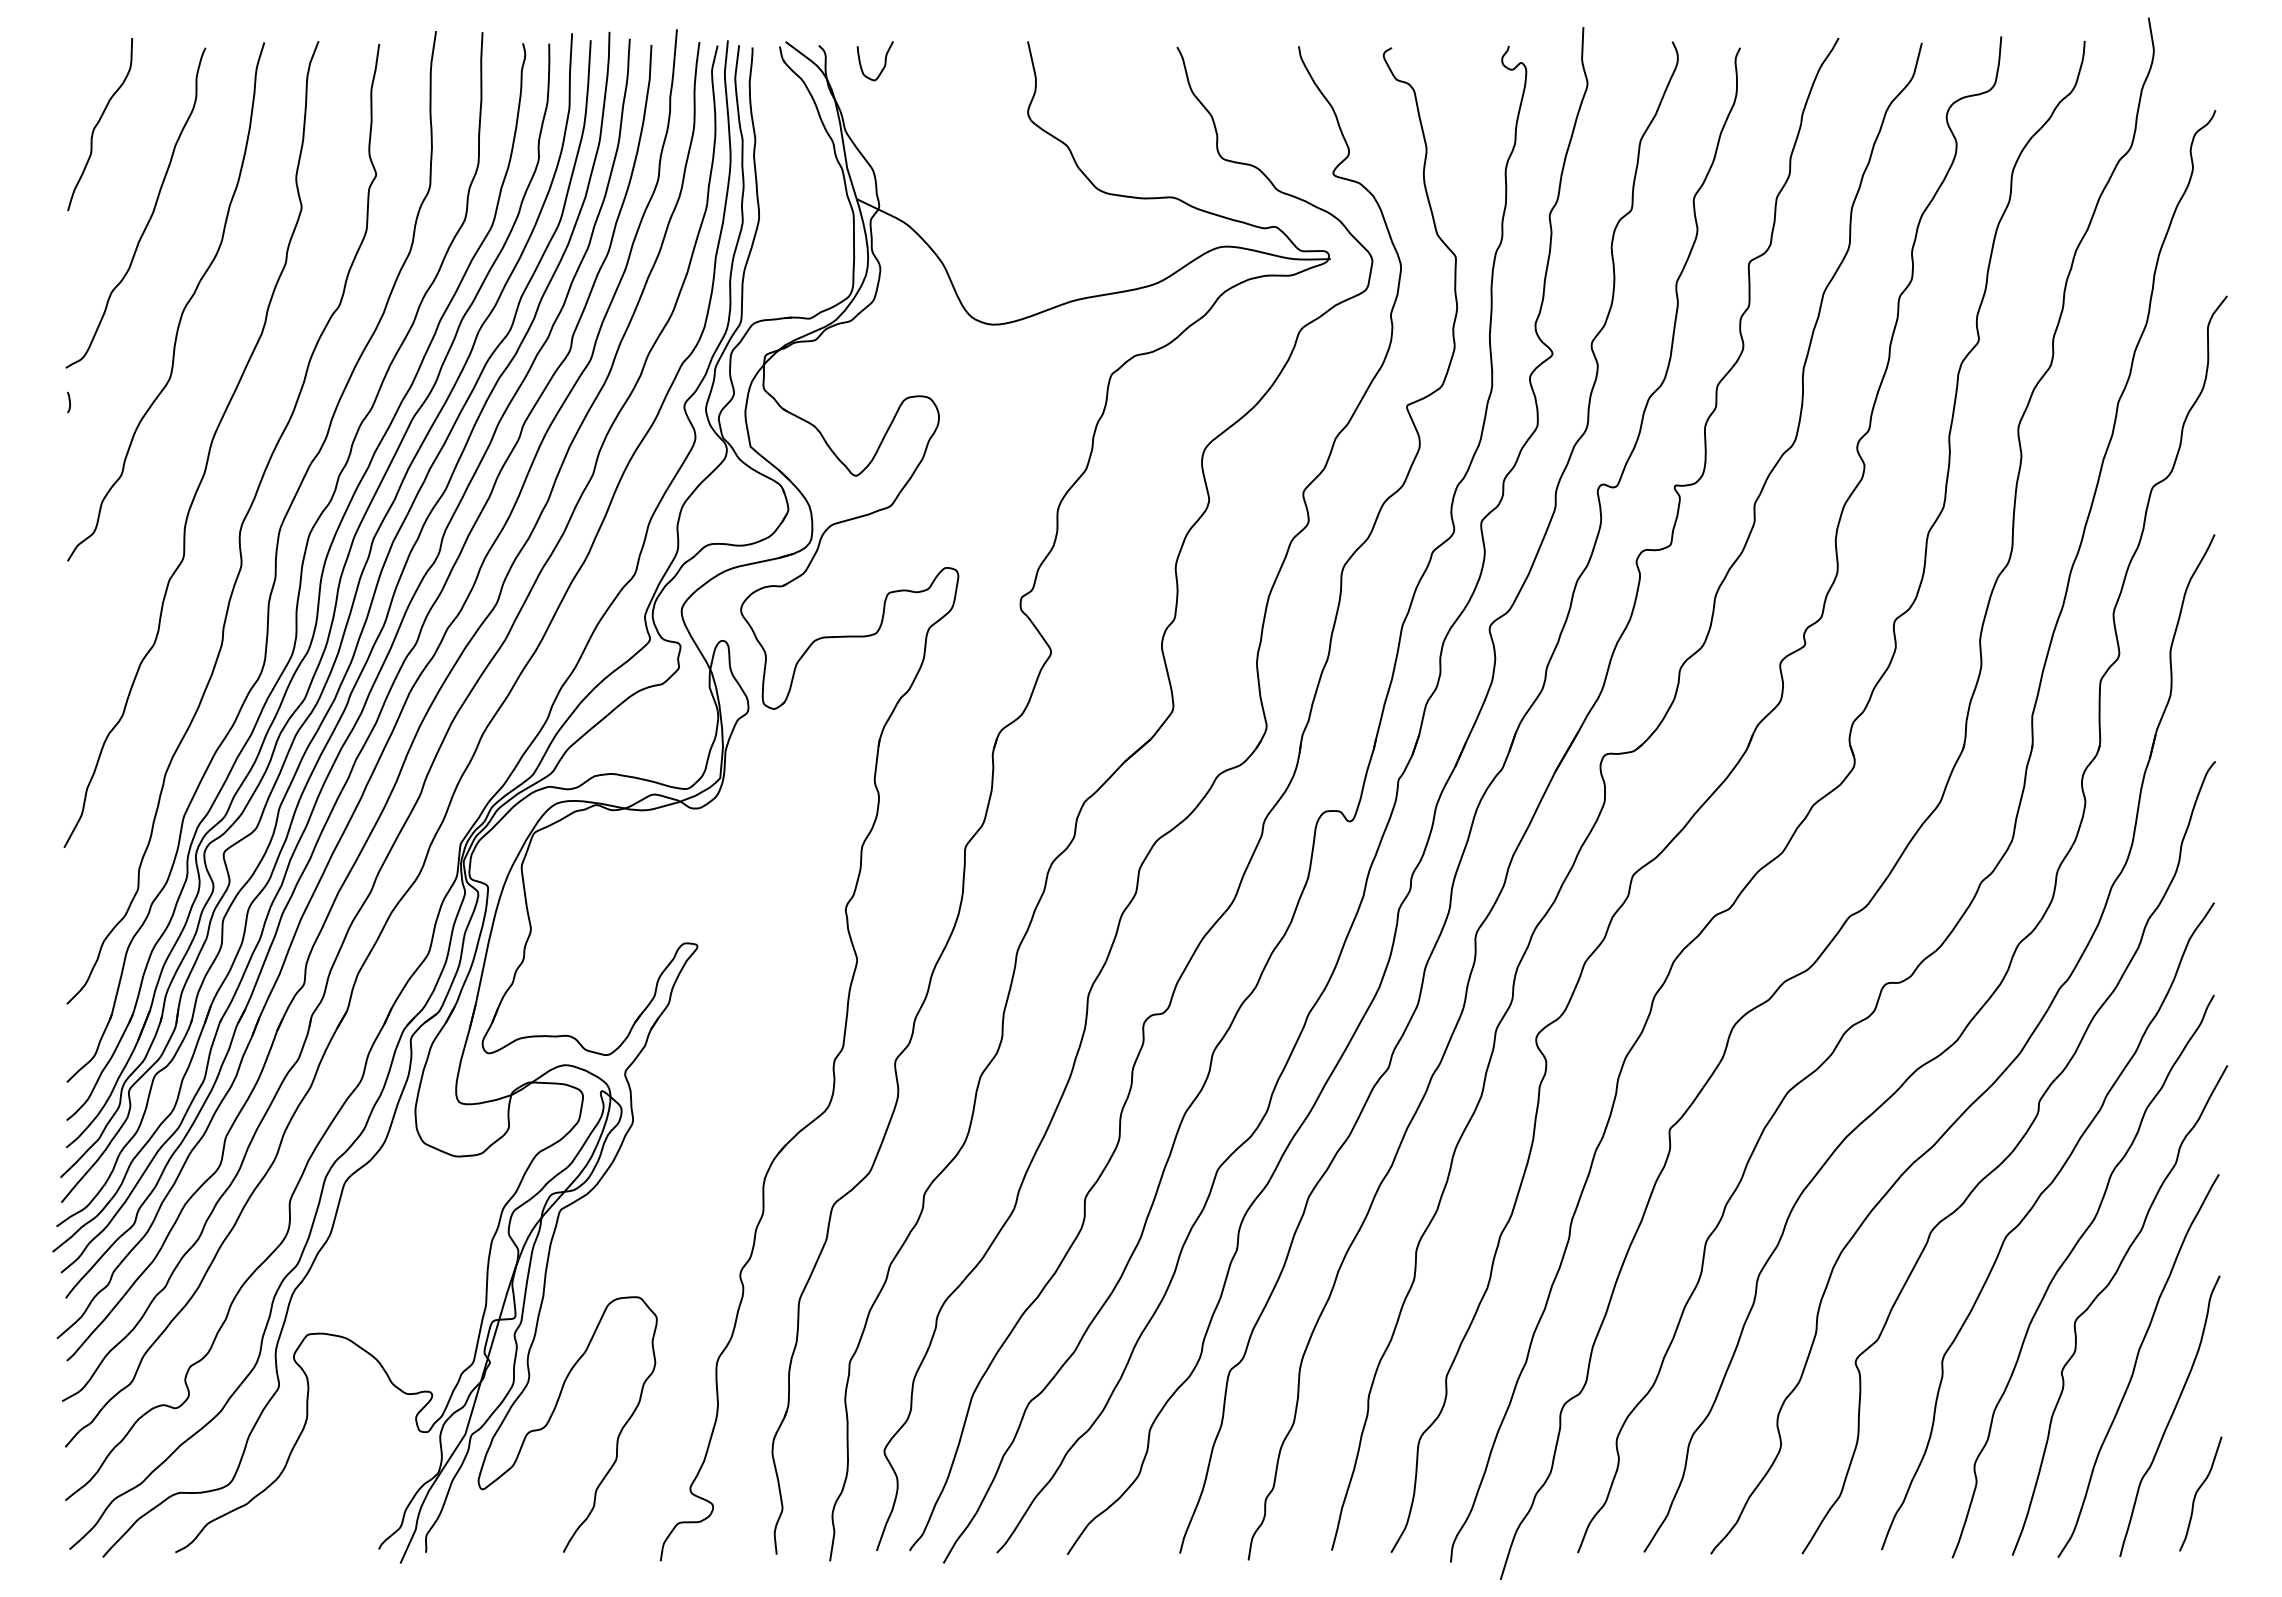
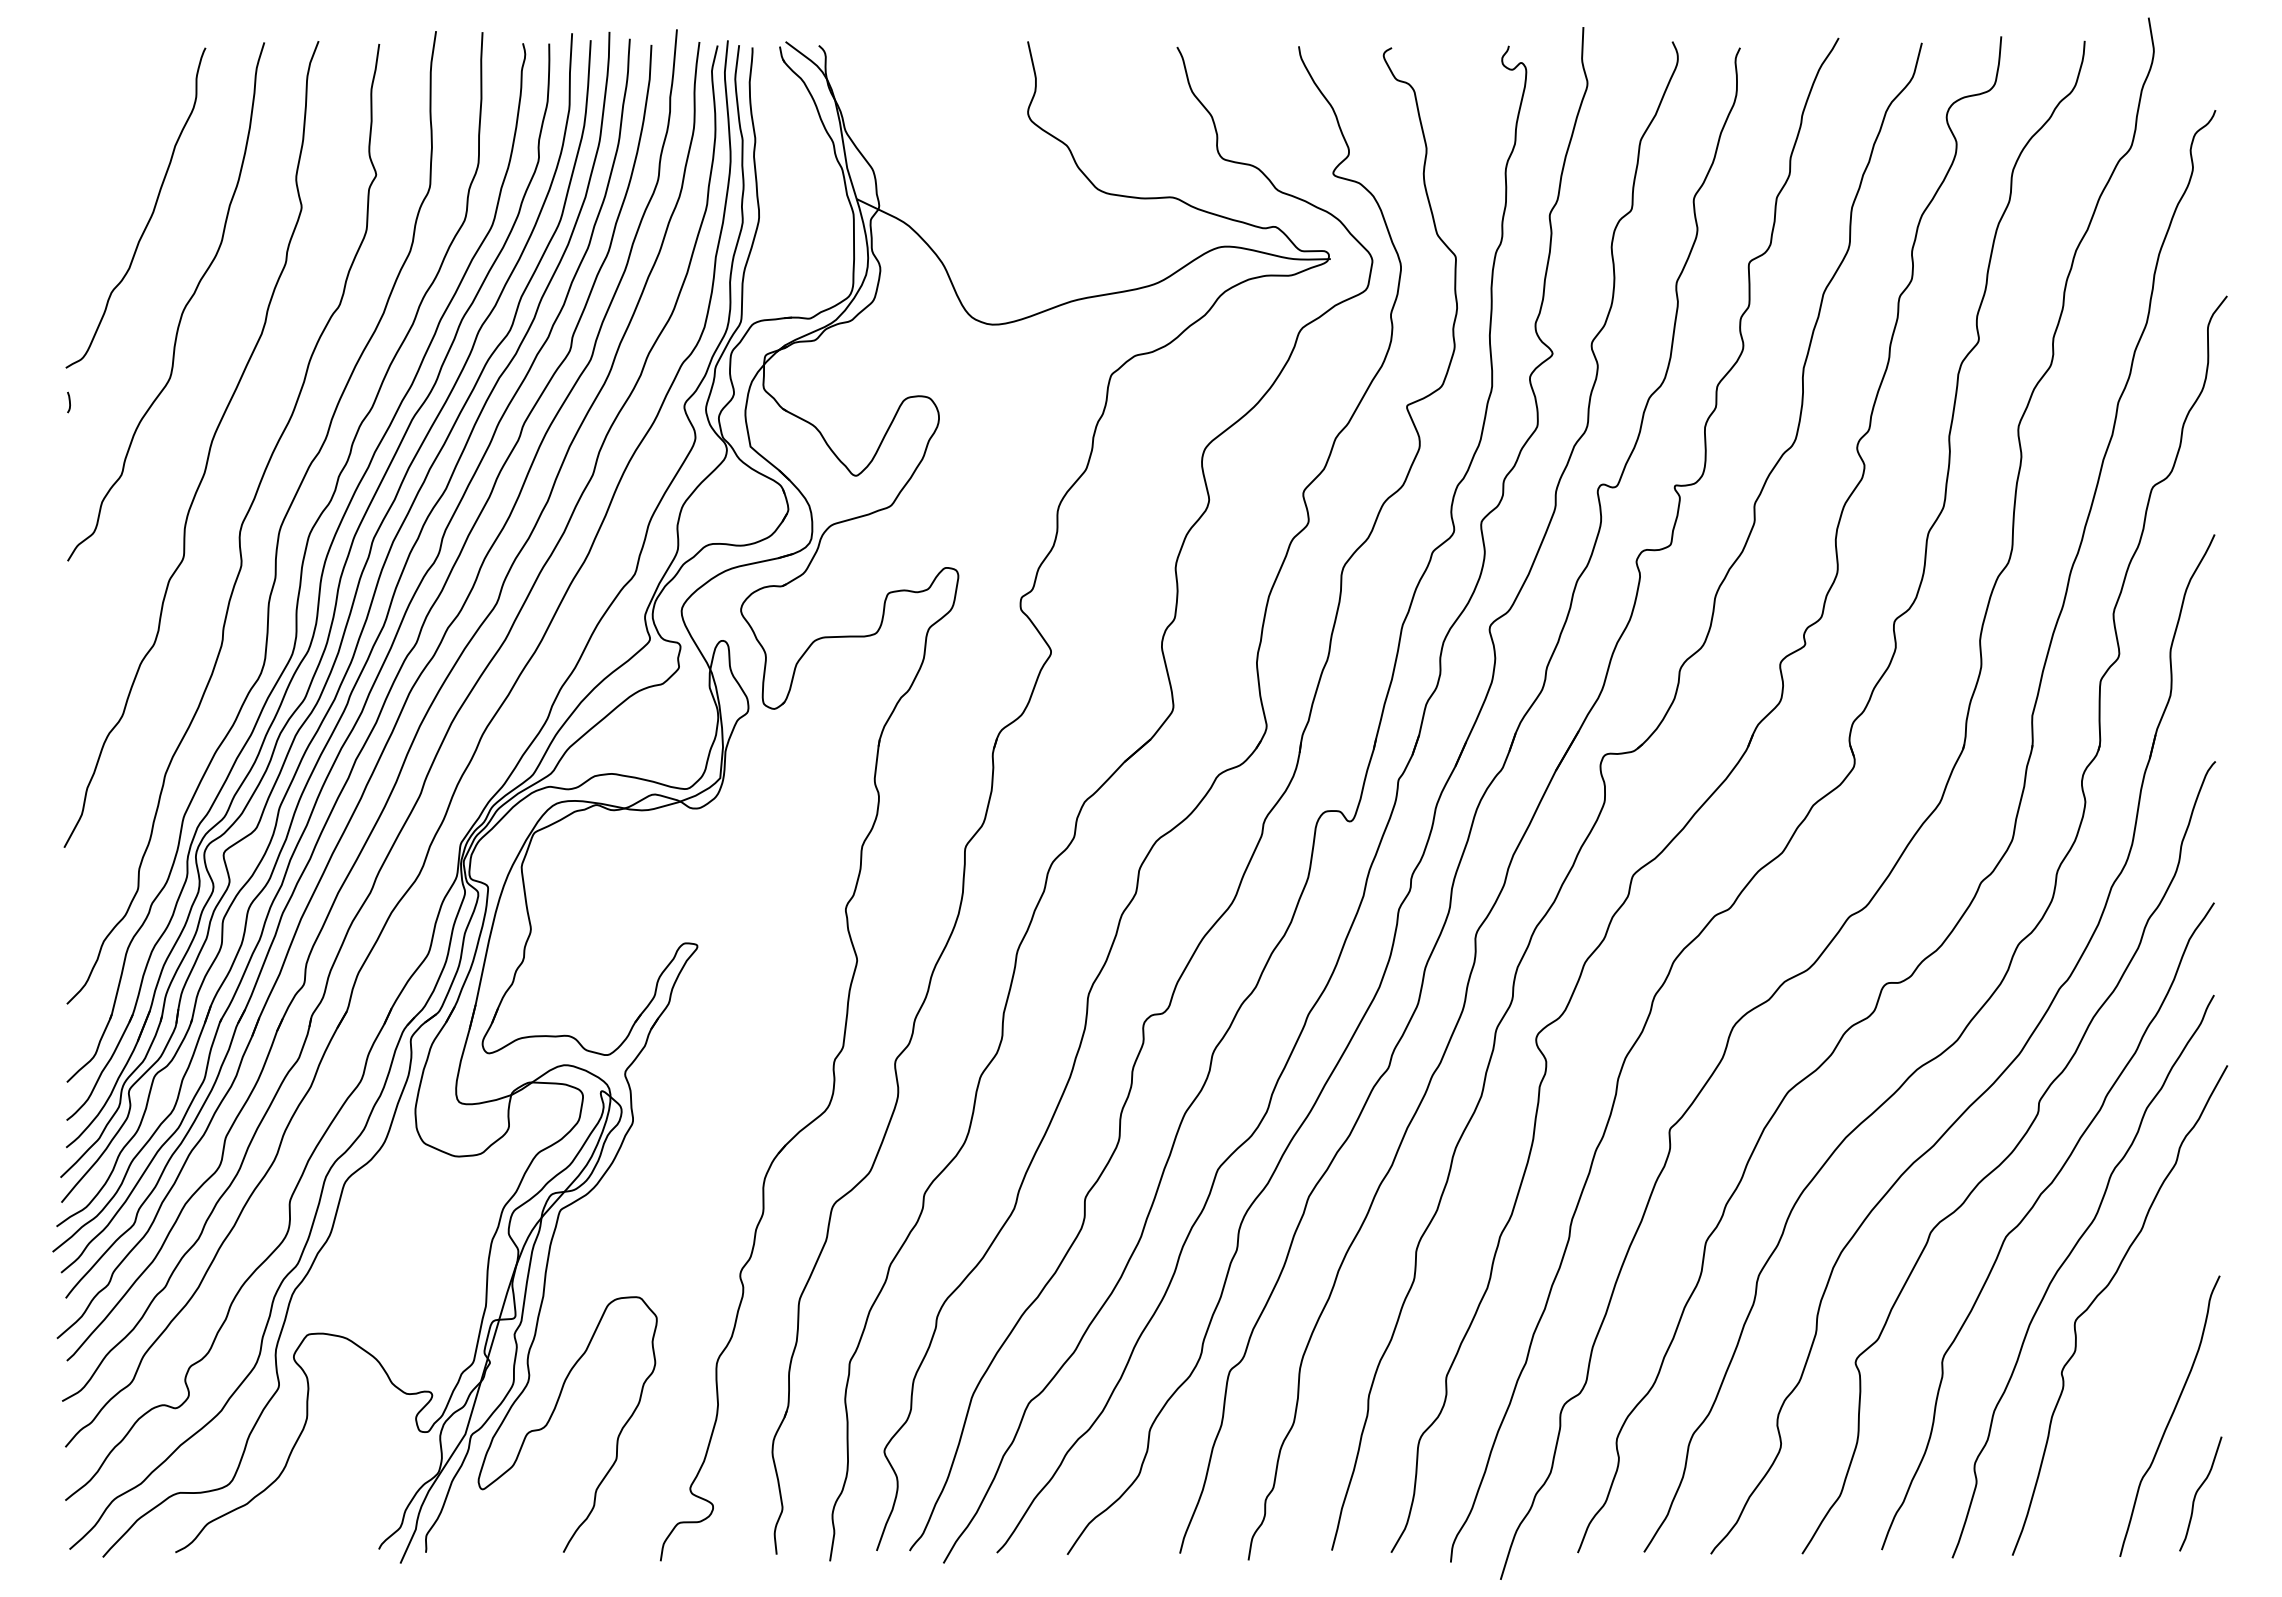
curve at (884, 61): present -> none
curve at (98, 124): present -> none
curve at (2136, 1364): present -> none
